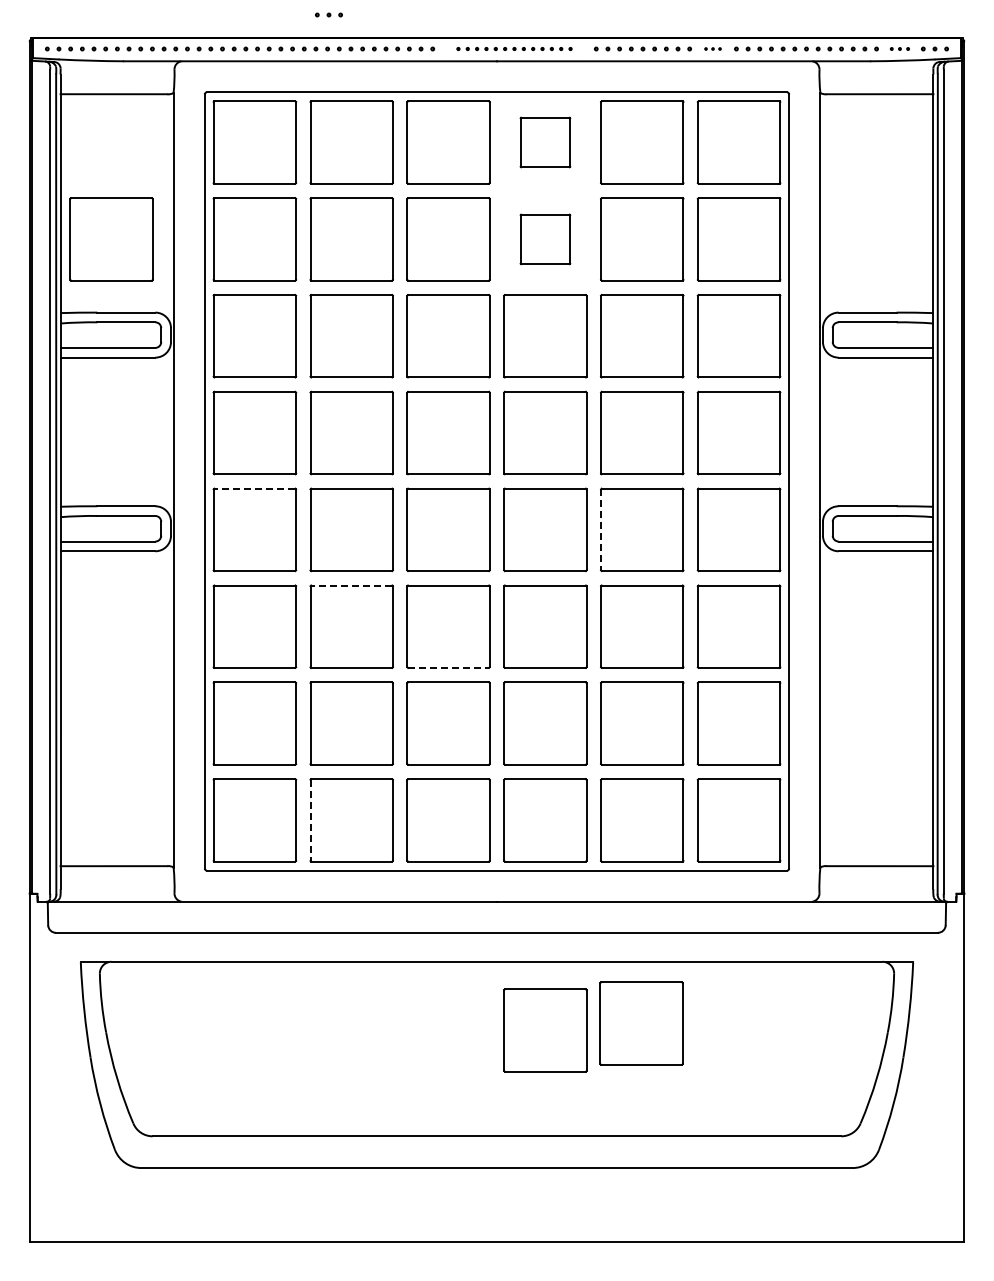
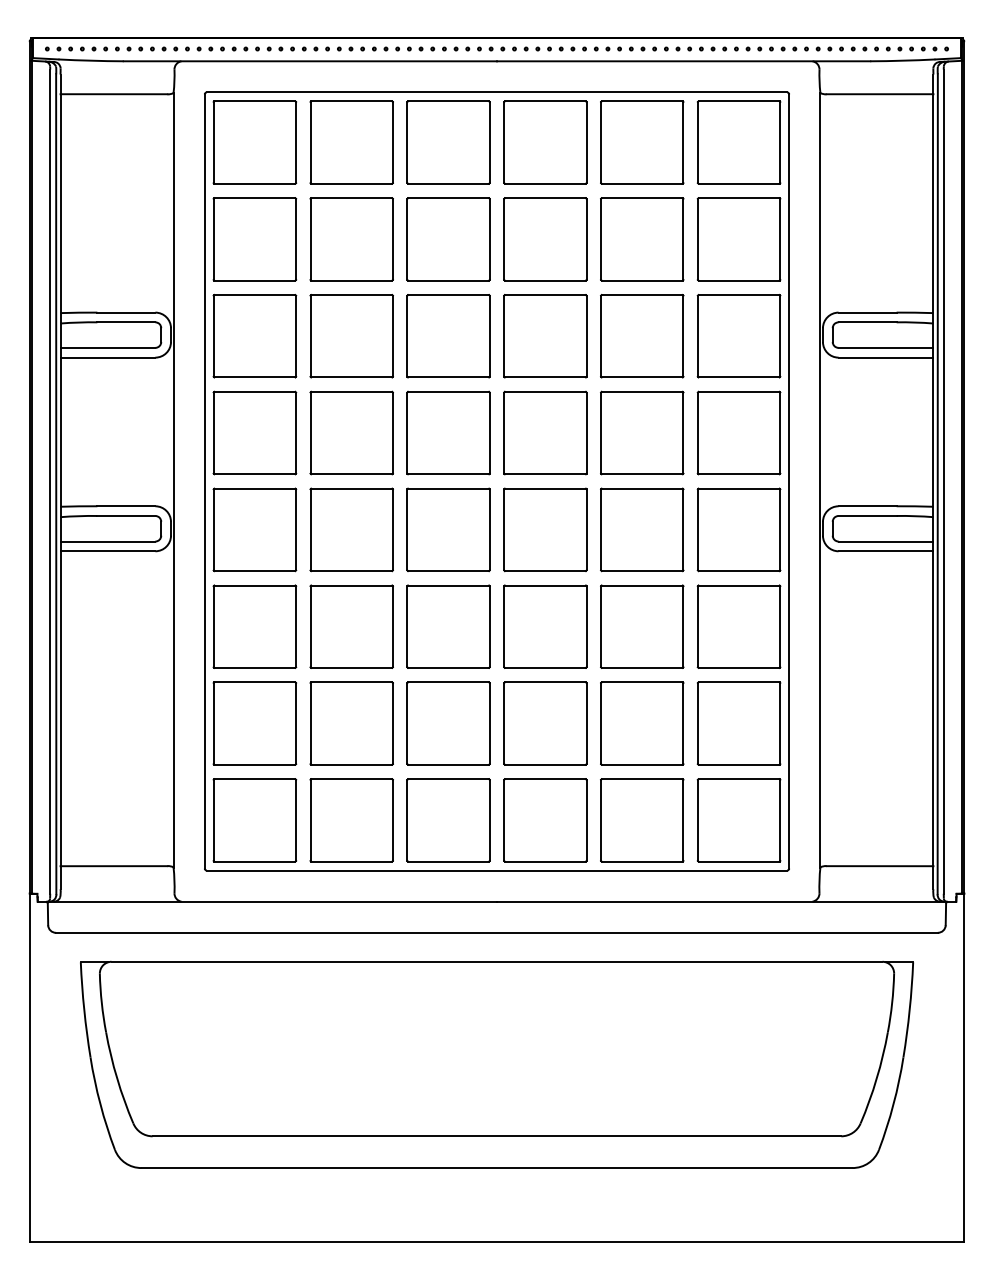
part at (328, 14): present -> none
part at (712, 48) size: 18x4 px -> 28x6 px
part at (899, 48) size: 21x4 px -> 28x6 px
part at (514, 49) size: 117x5 px -> 145x6 px
part at (545, 142) size: 53x53 px -> 85x85 px
part at (111, 239): present -> none
part at (545, 239) size: 53x53 px -> 85x85 px
line at (254, 488): dashed -> solid
line at (601, 529): dashed -> solid
line at (351, 585): dashed -> solid
line at (448, 667): dashed -> solid
line at (310, 820): dashed -> solid
part at (641, 1023): present -> none
part at (545, 1030): present -> none
